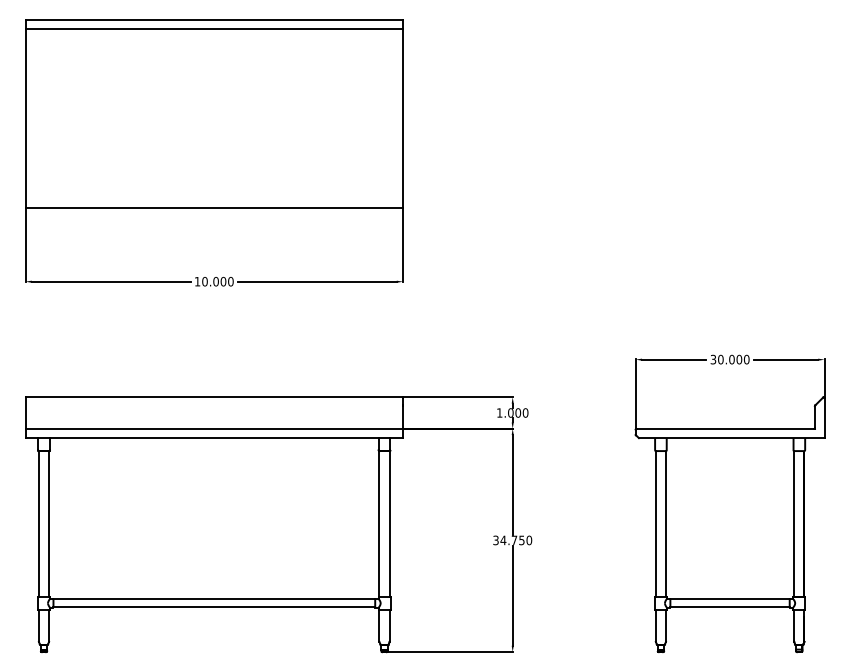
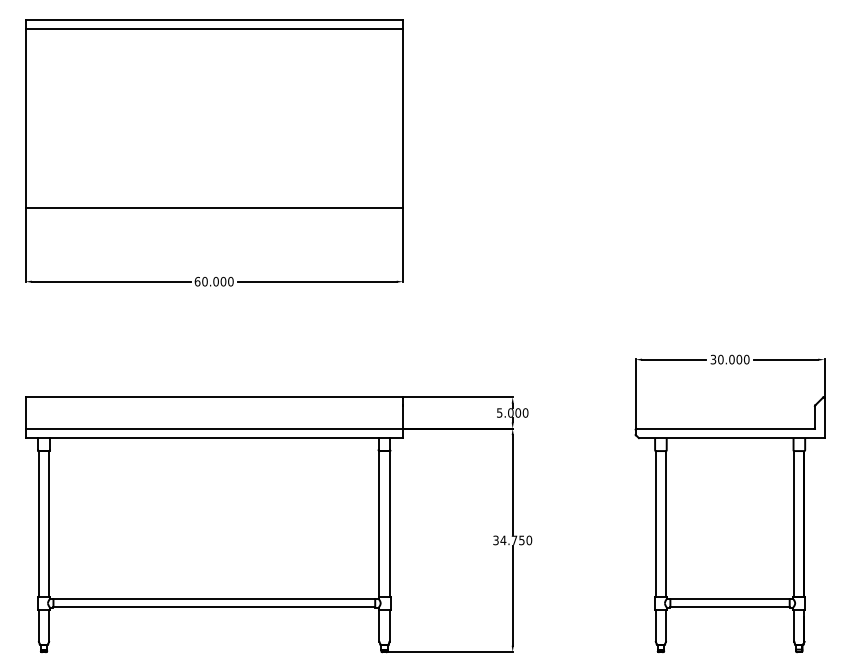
text at (197, 281): 10.000 -> 60.000
text at (499, 412): 1.000 -> 5.000
